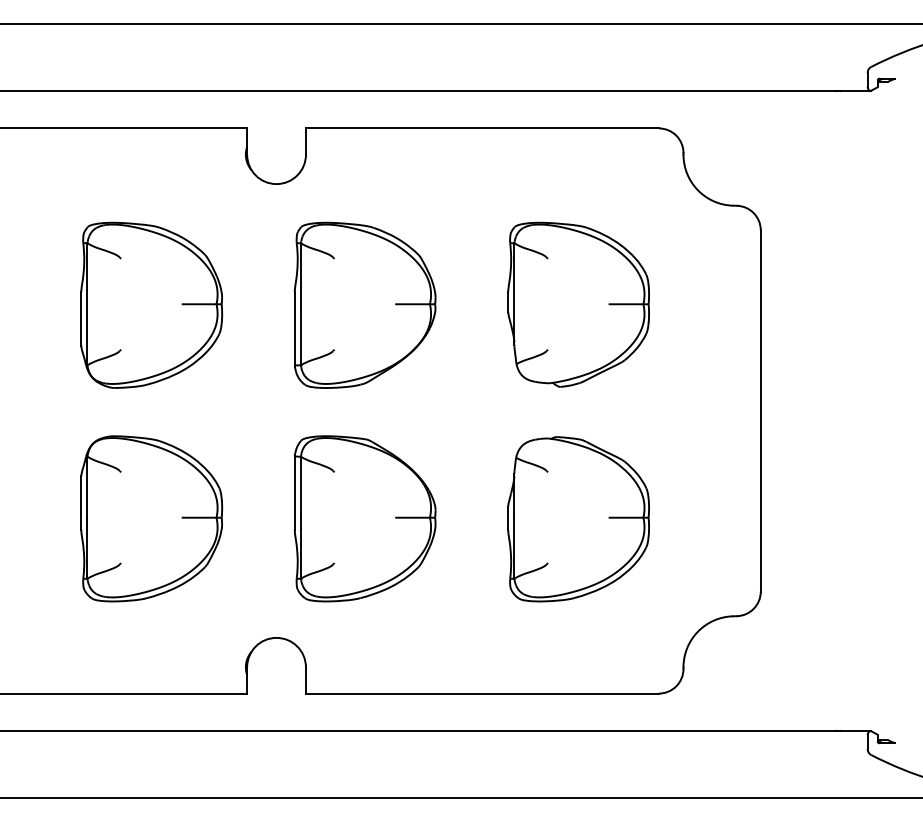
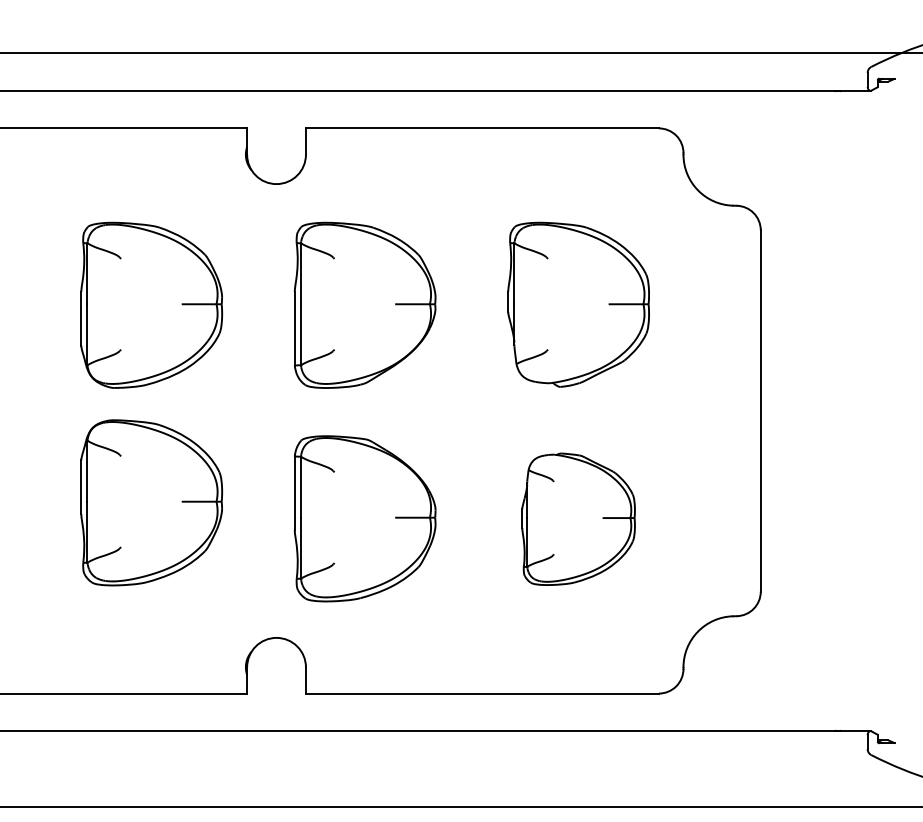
line at (460, 24) position: (460, 24) -> (460, 53)
part at (151, 518) position: (151, 518) -> (151, 502)
part at (578, 519) size: 143x167 px -> 115x134 px
line at (460, 797) position: (460, 797) -> (460, 806)
